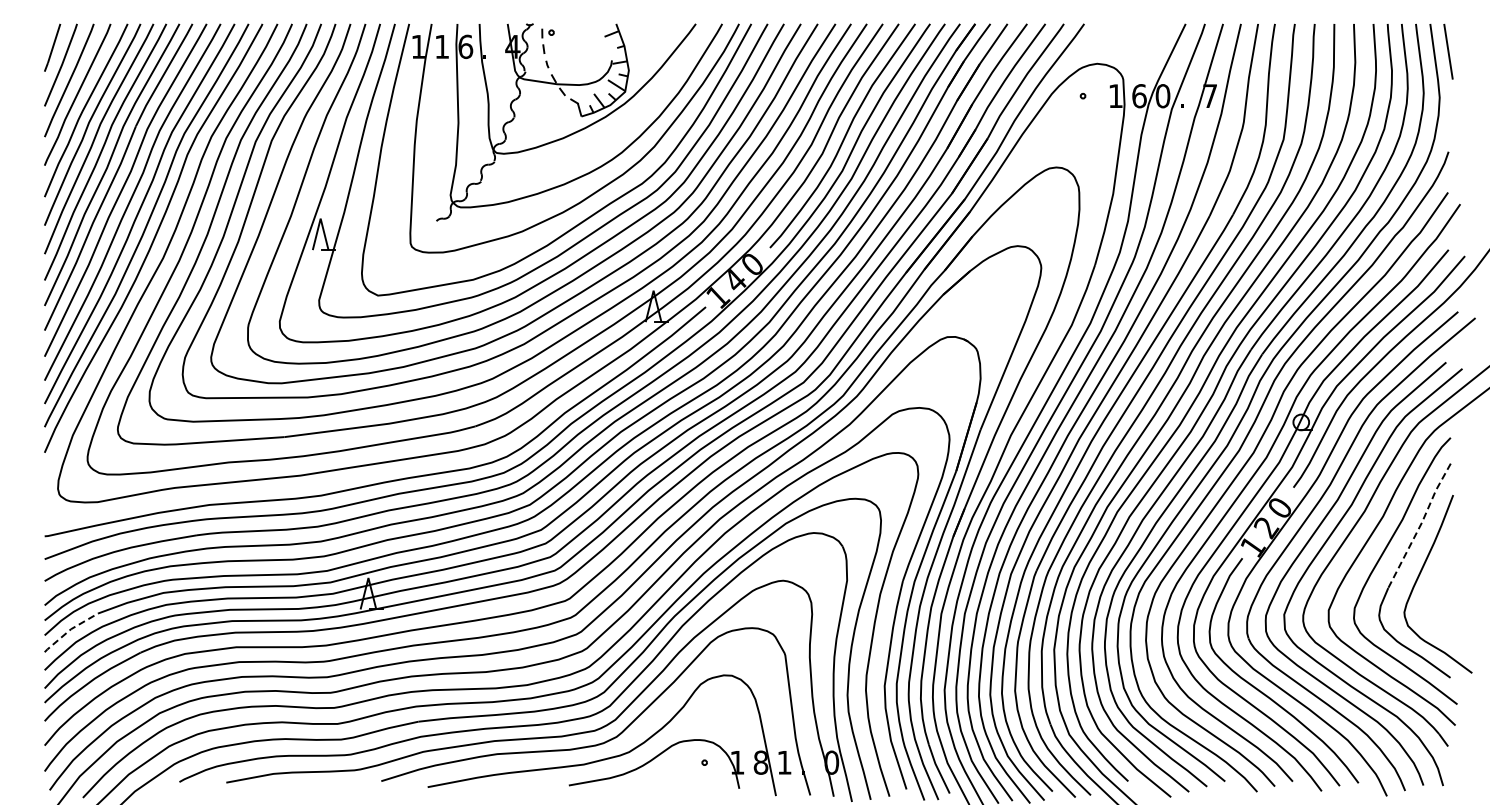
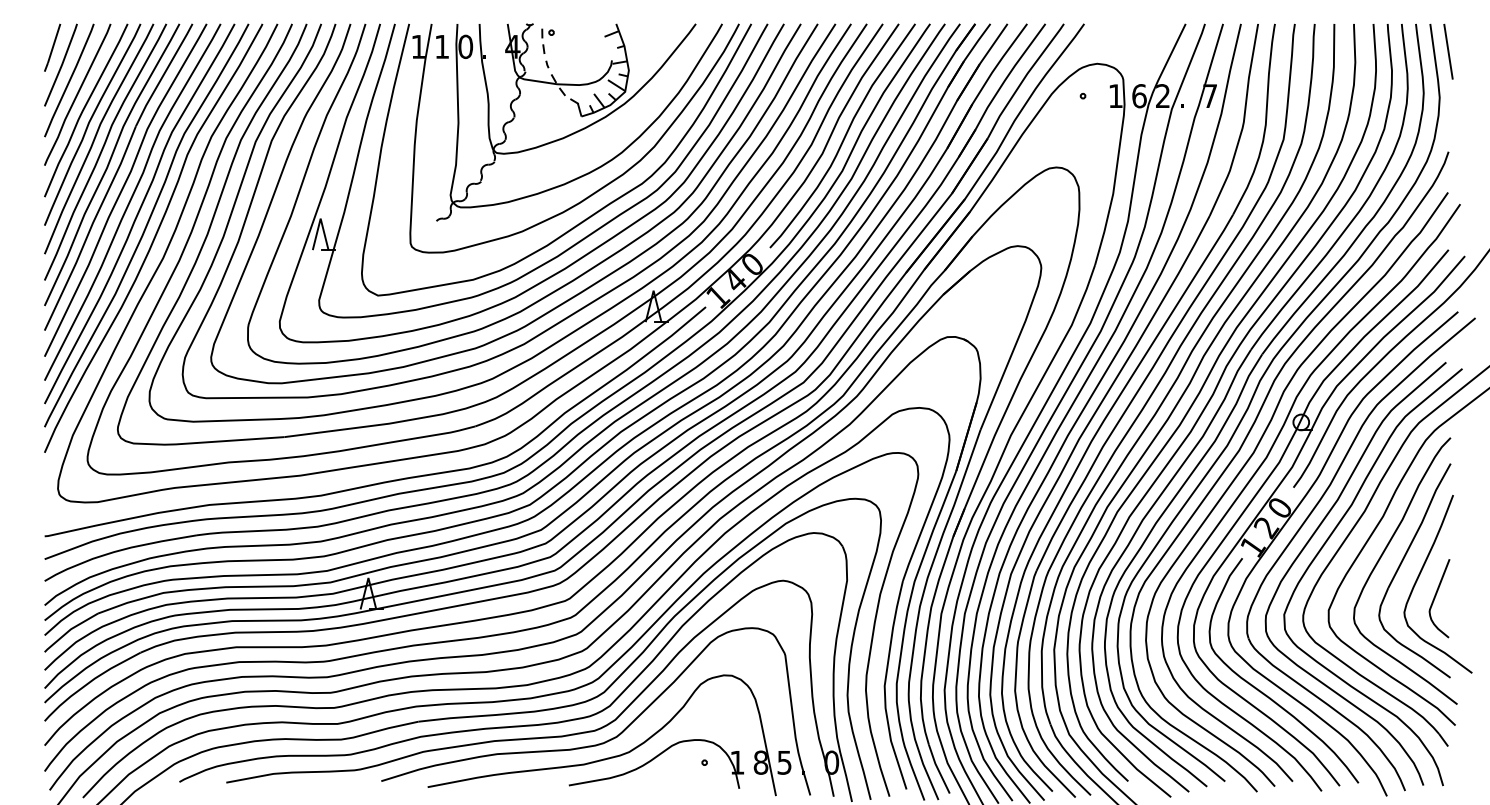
text at (465, 46): 6 -> 0
text at (1162, 96): 0 -> 2
line at (1420, 525): dashed -> solid
curve at (1436, 596): none -> present
line at (69, 630): dashed -> solid
text at (784, 762): 1 -> 5
